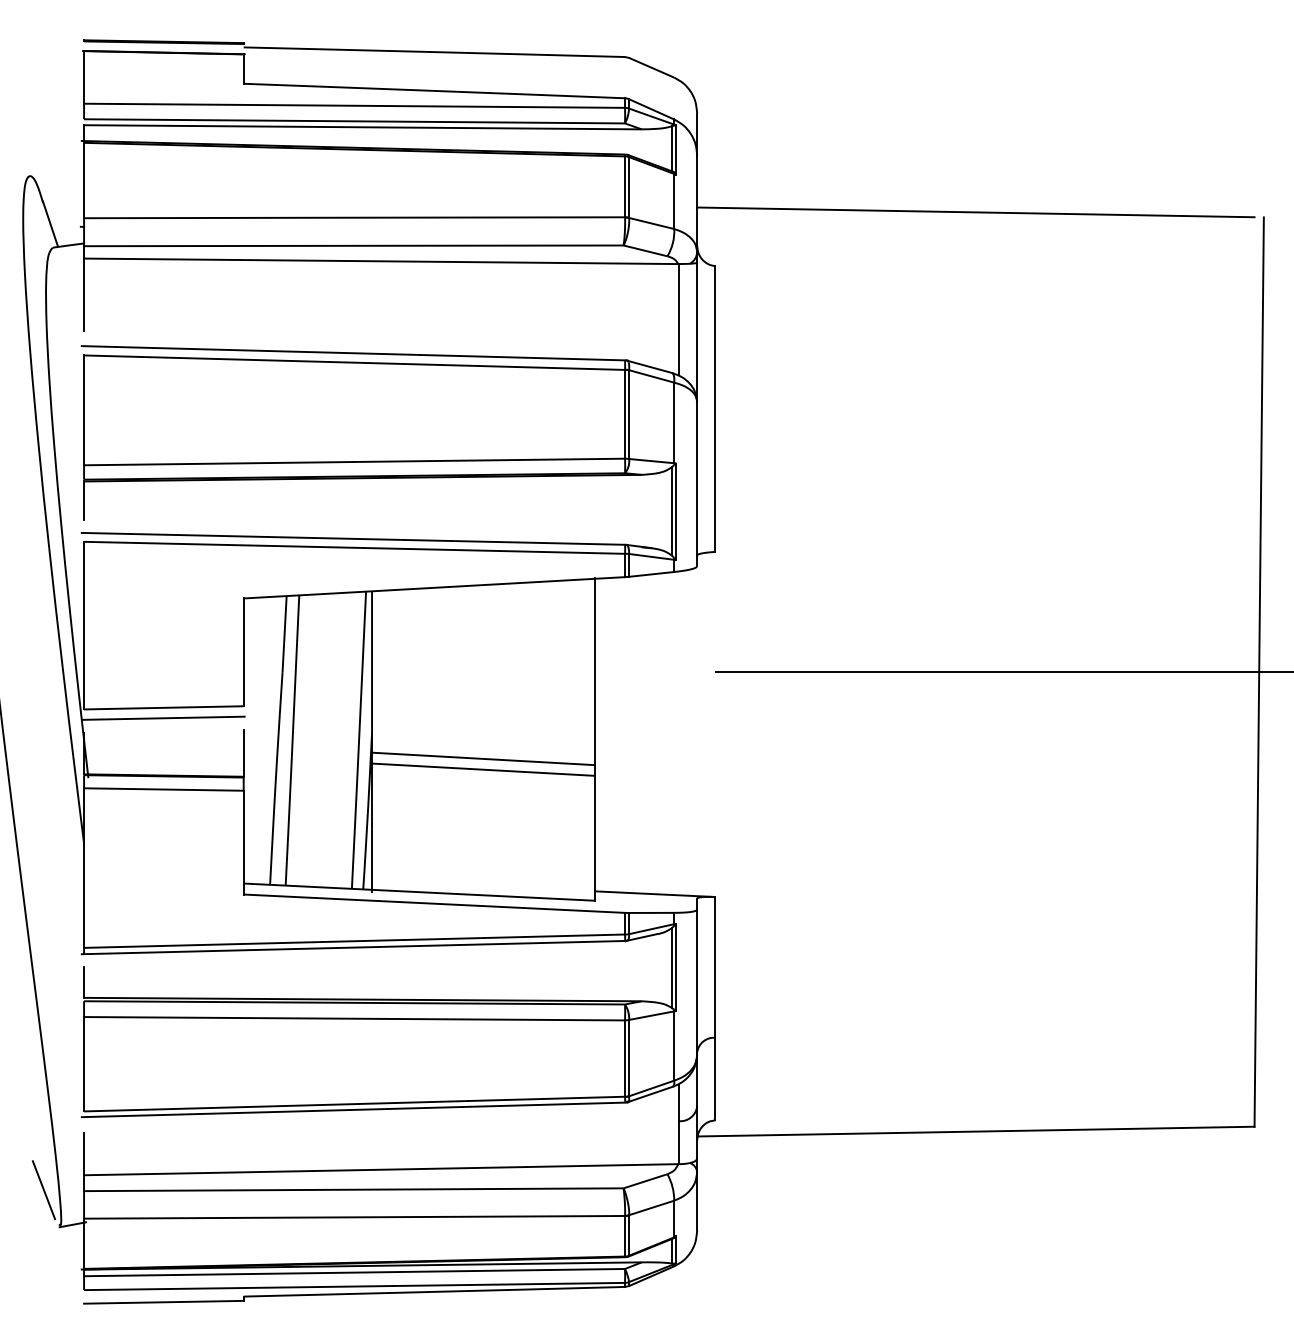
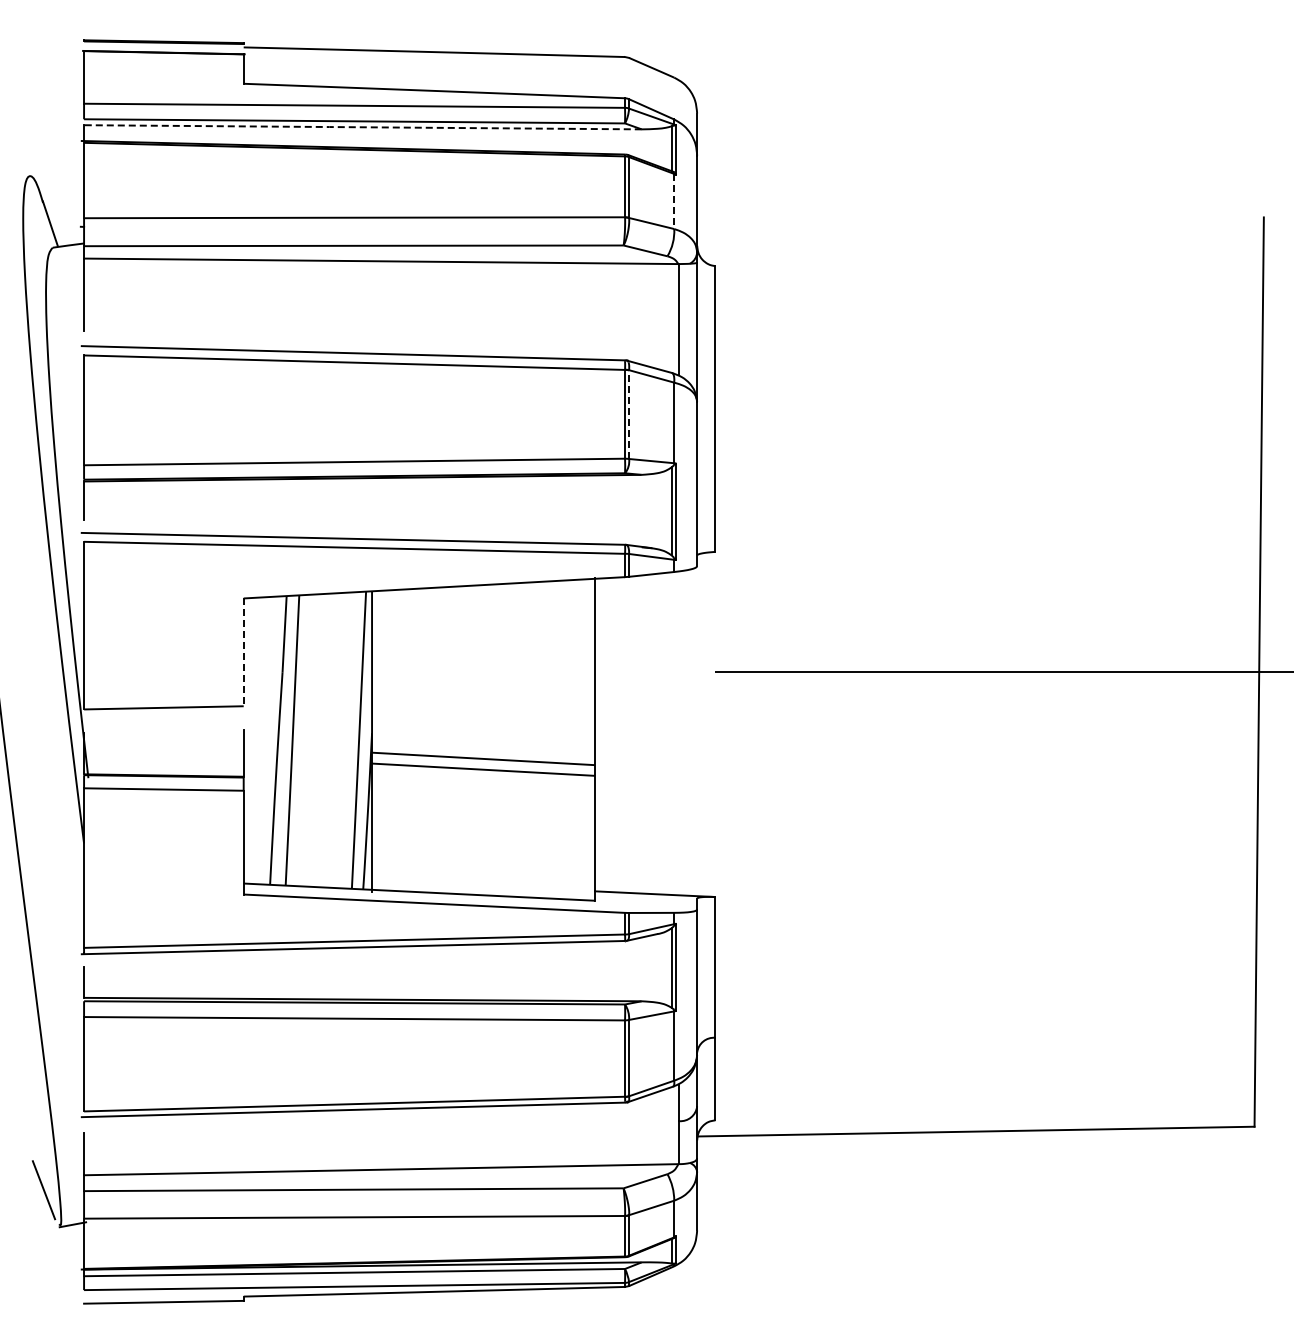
line at (362, 127): solid -> dashed
line at (674, 201): solid -> dashed
line at (975, 212): present -> none
line at (629, 414): solid -> dashed
line at (243, 652): solid -> dashed
line at (163, 717): present -> none
